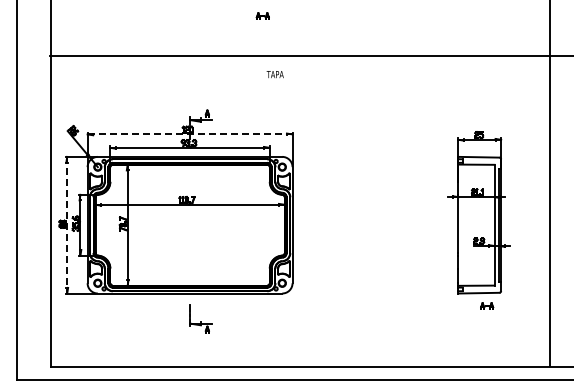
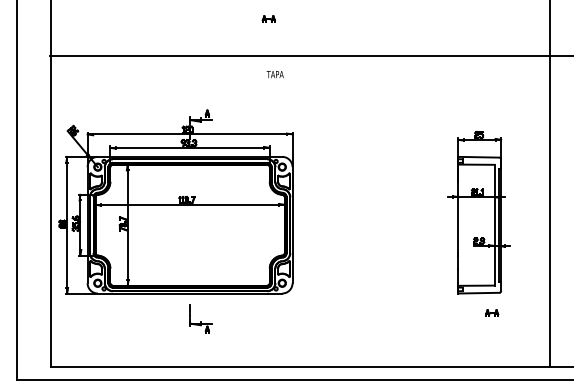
part at (262, 15) position: (262, 15) -> (268, 18)
line at (190, 134): dashed -> solid
line at (67, 225): dashed -> solid
part at (487, 305) position: (487, 305) -> (492, 312)
